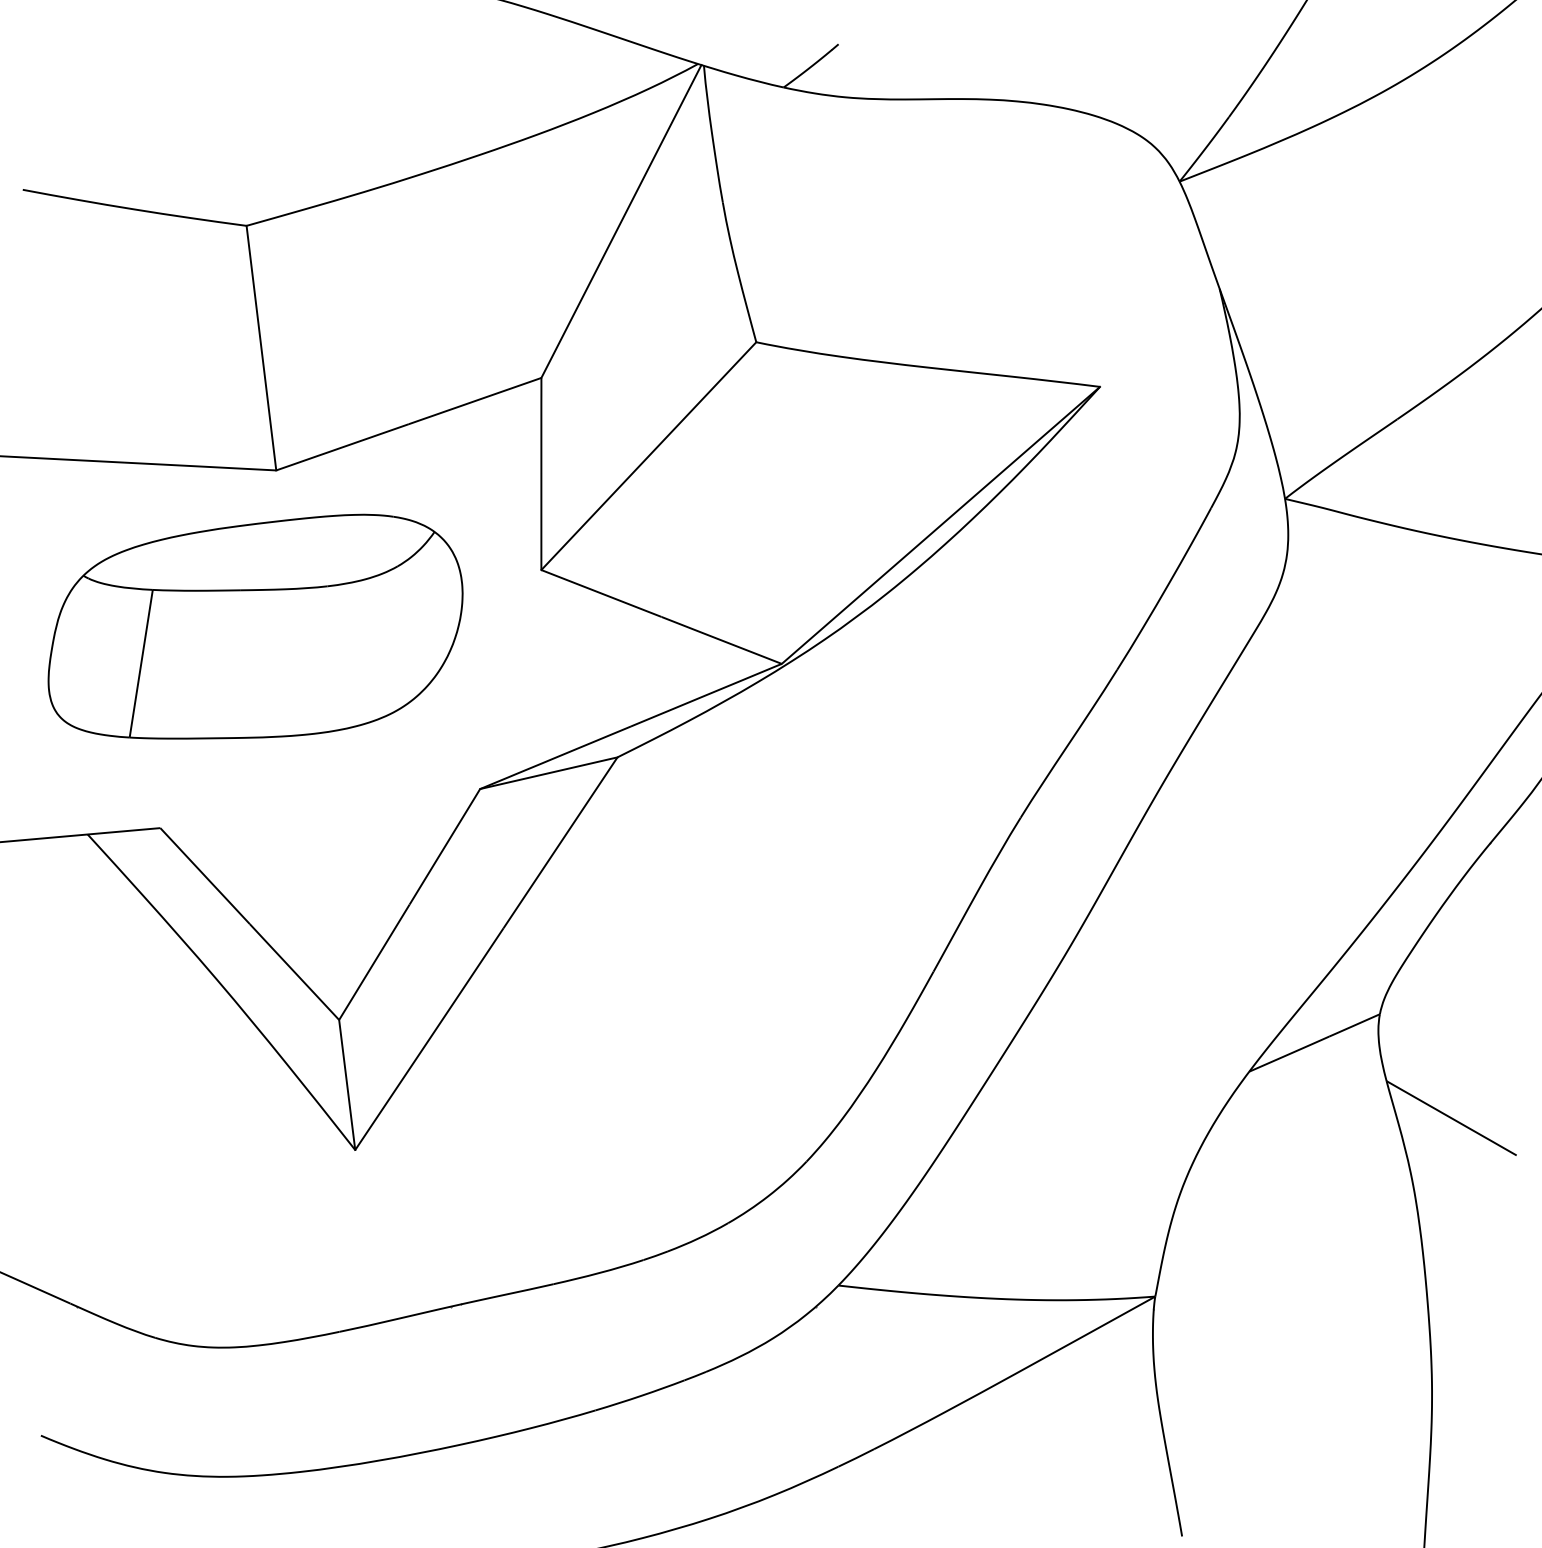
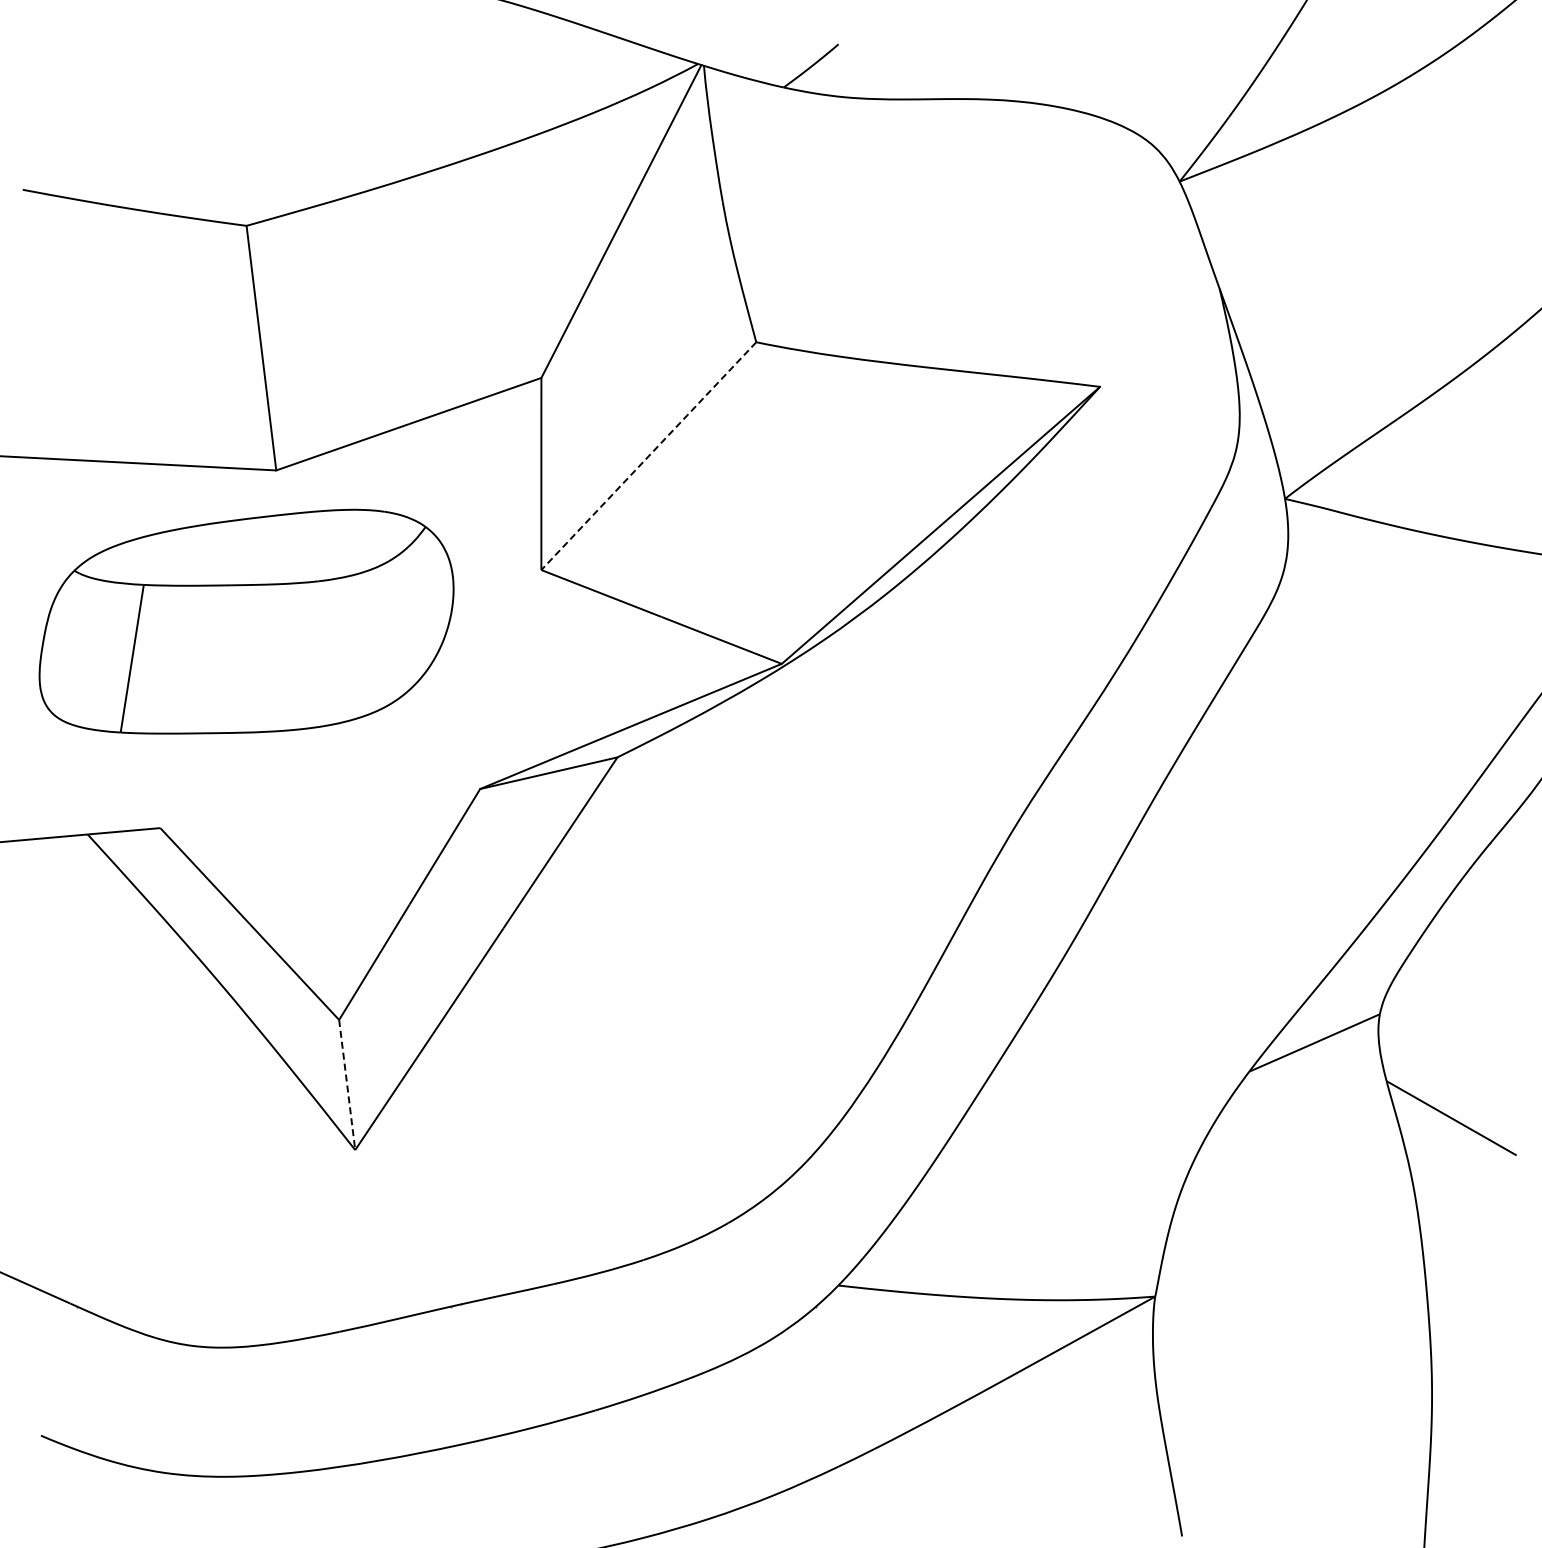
line at (648, 456): solid -> dashed
part at (255, 626) position: (255, 626) -> (246, 621)
line at (347, 1085): solid -> dashed
